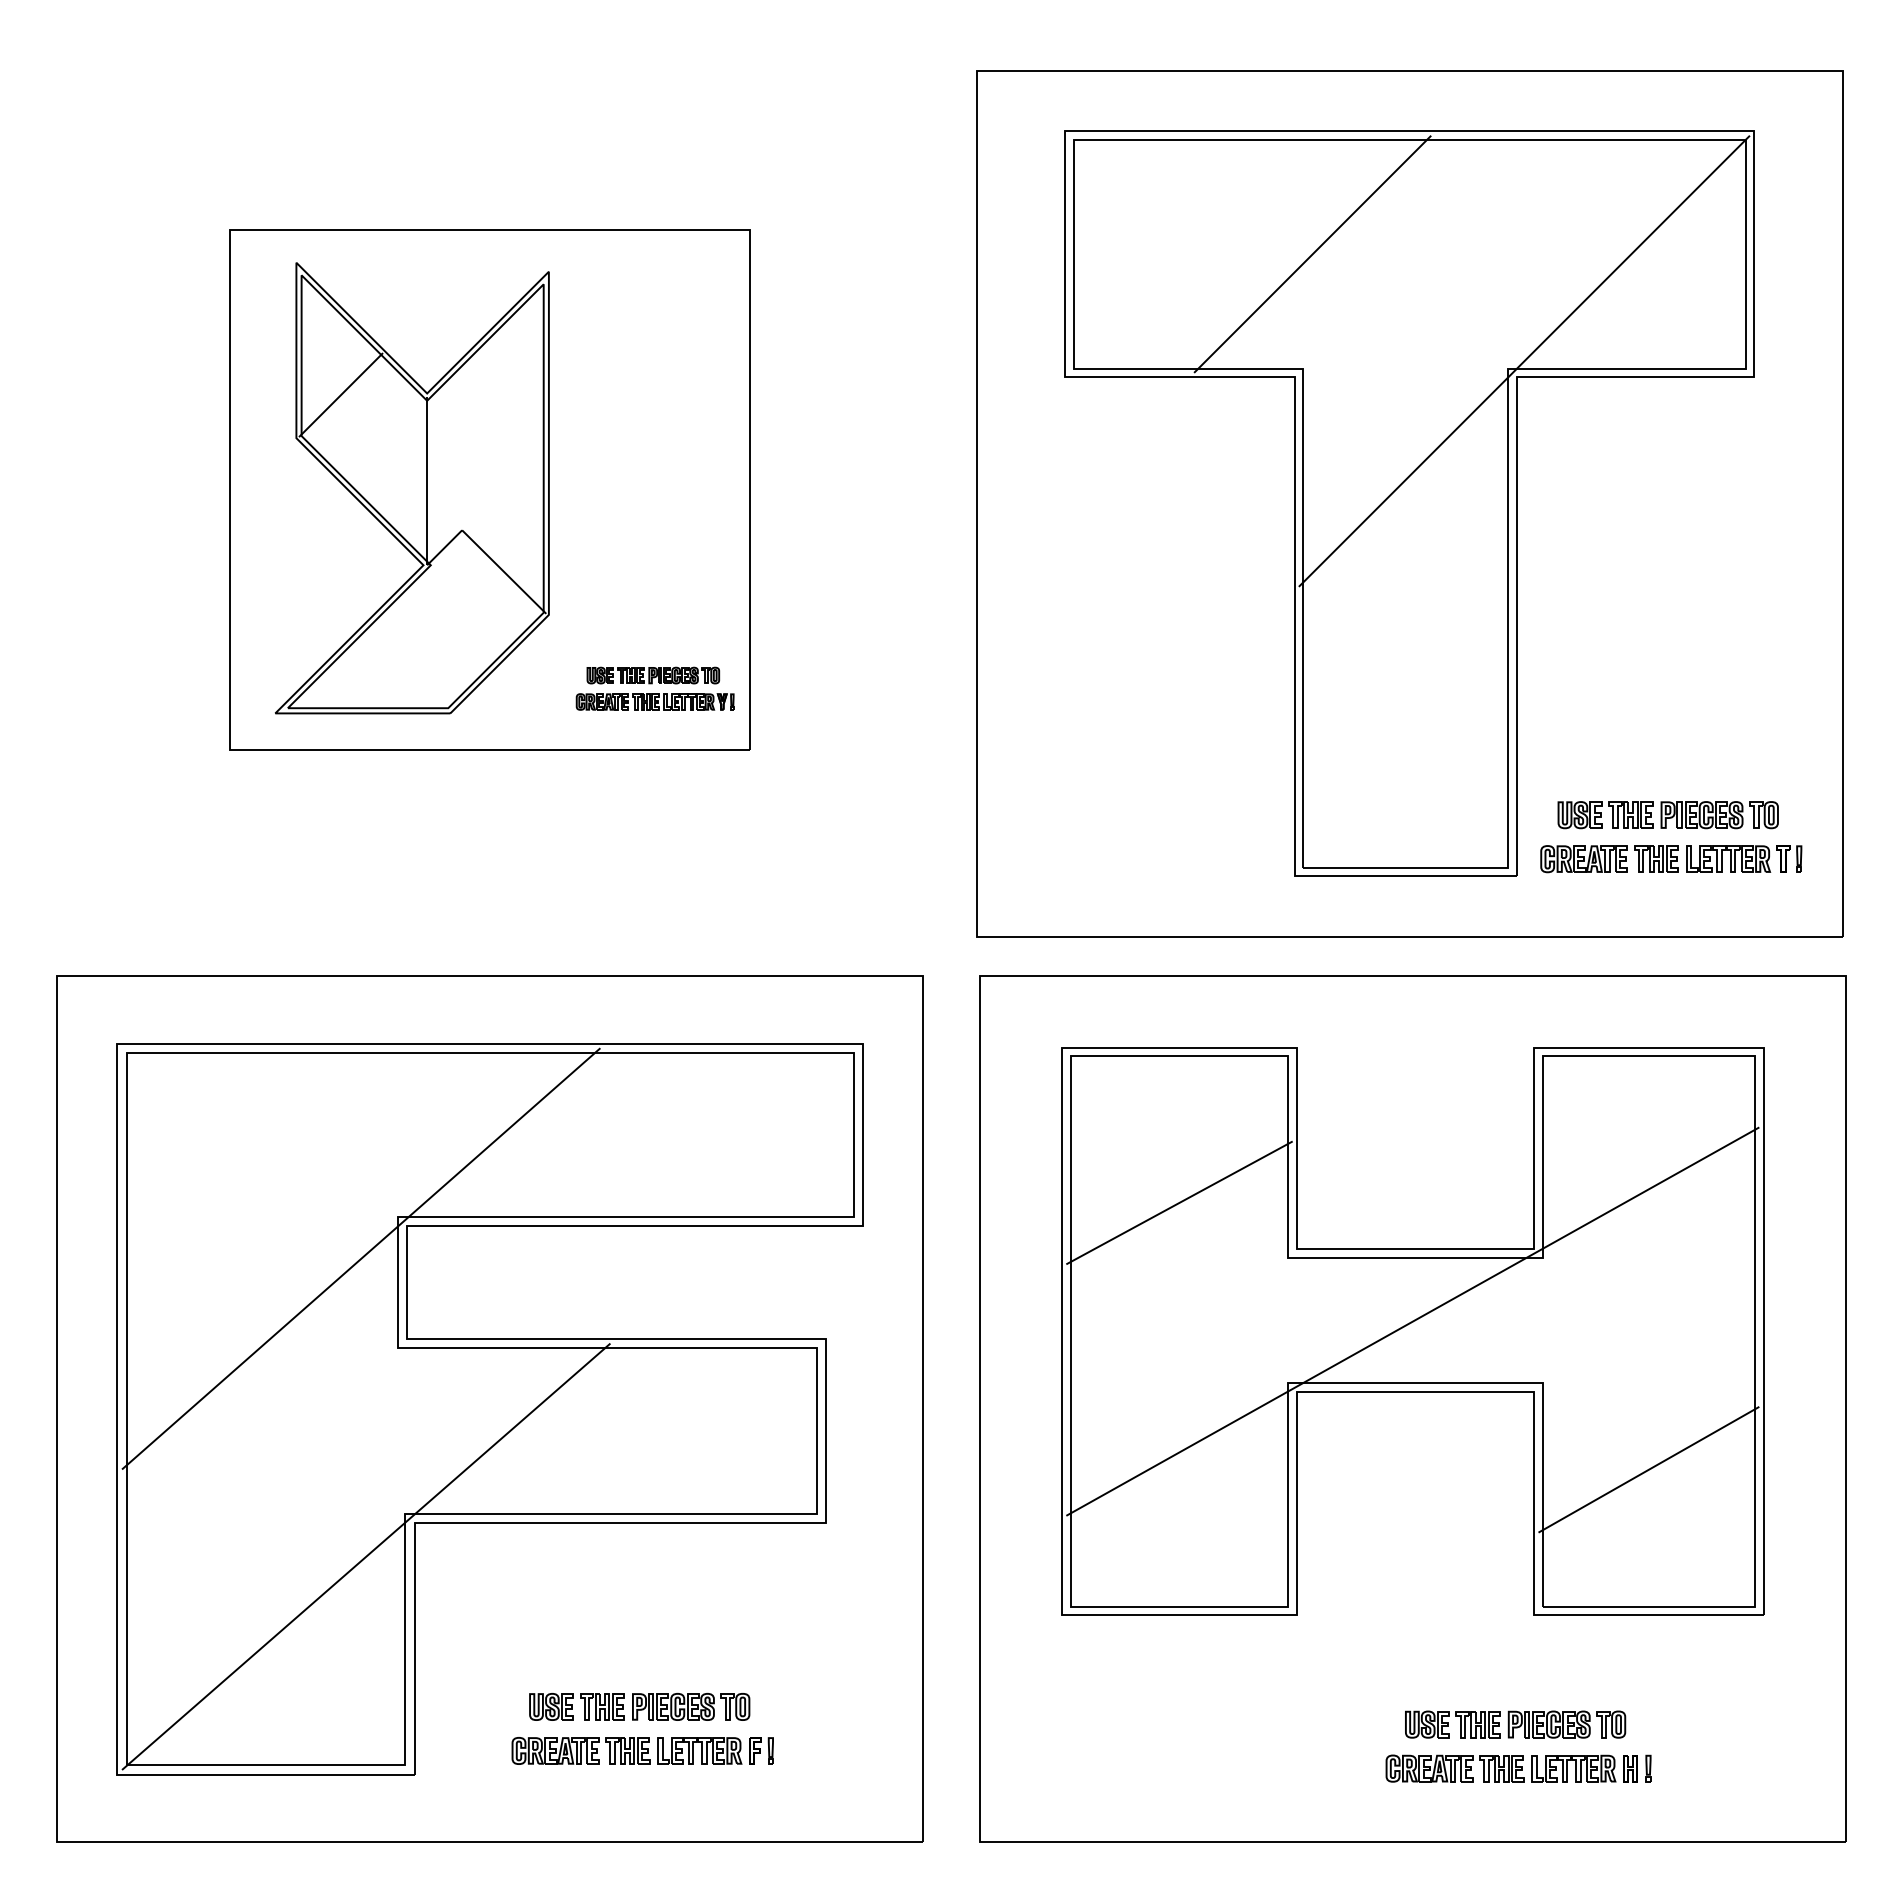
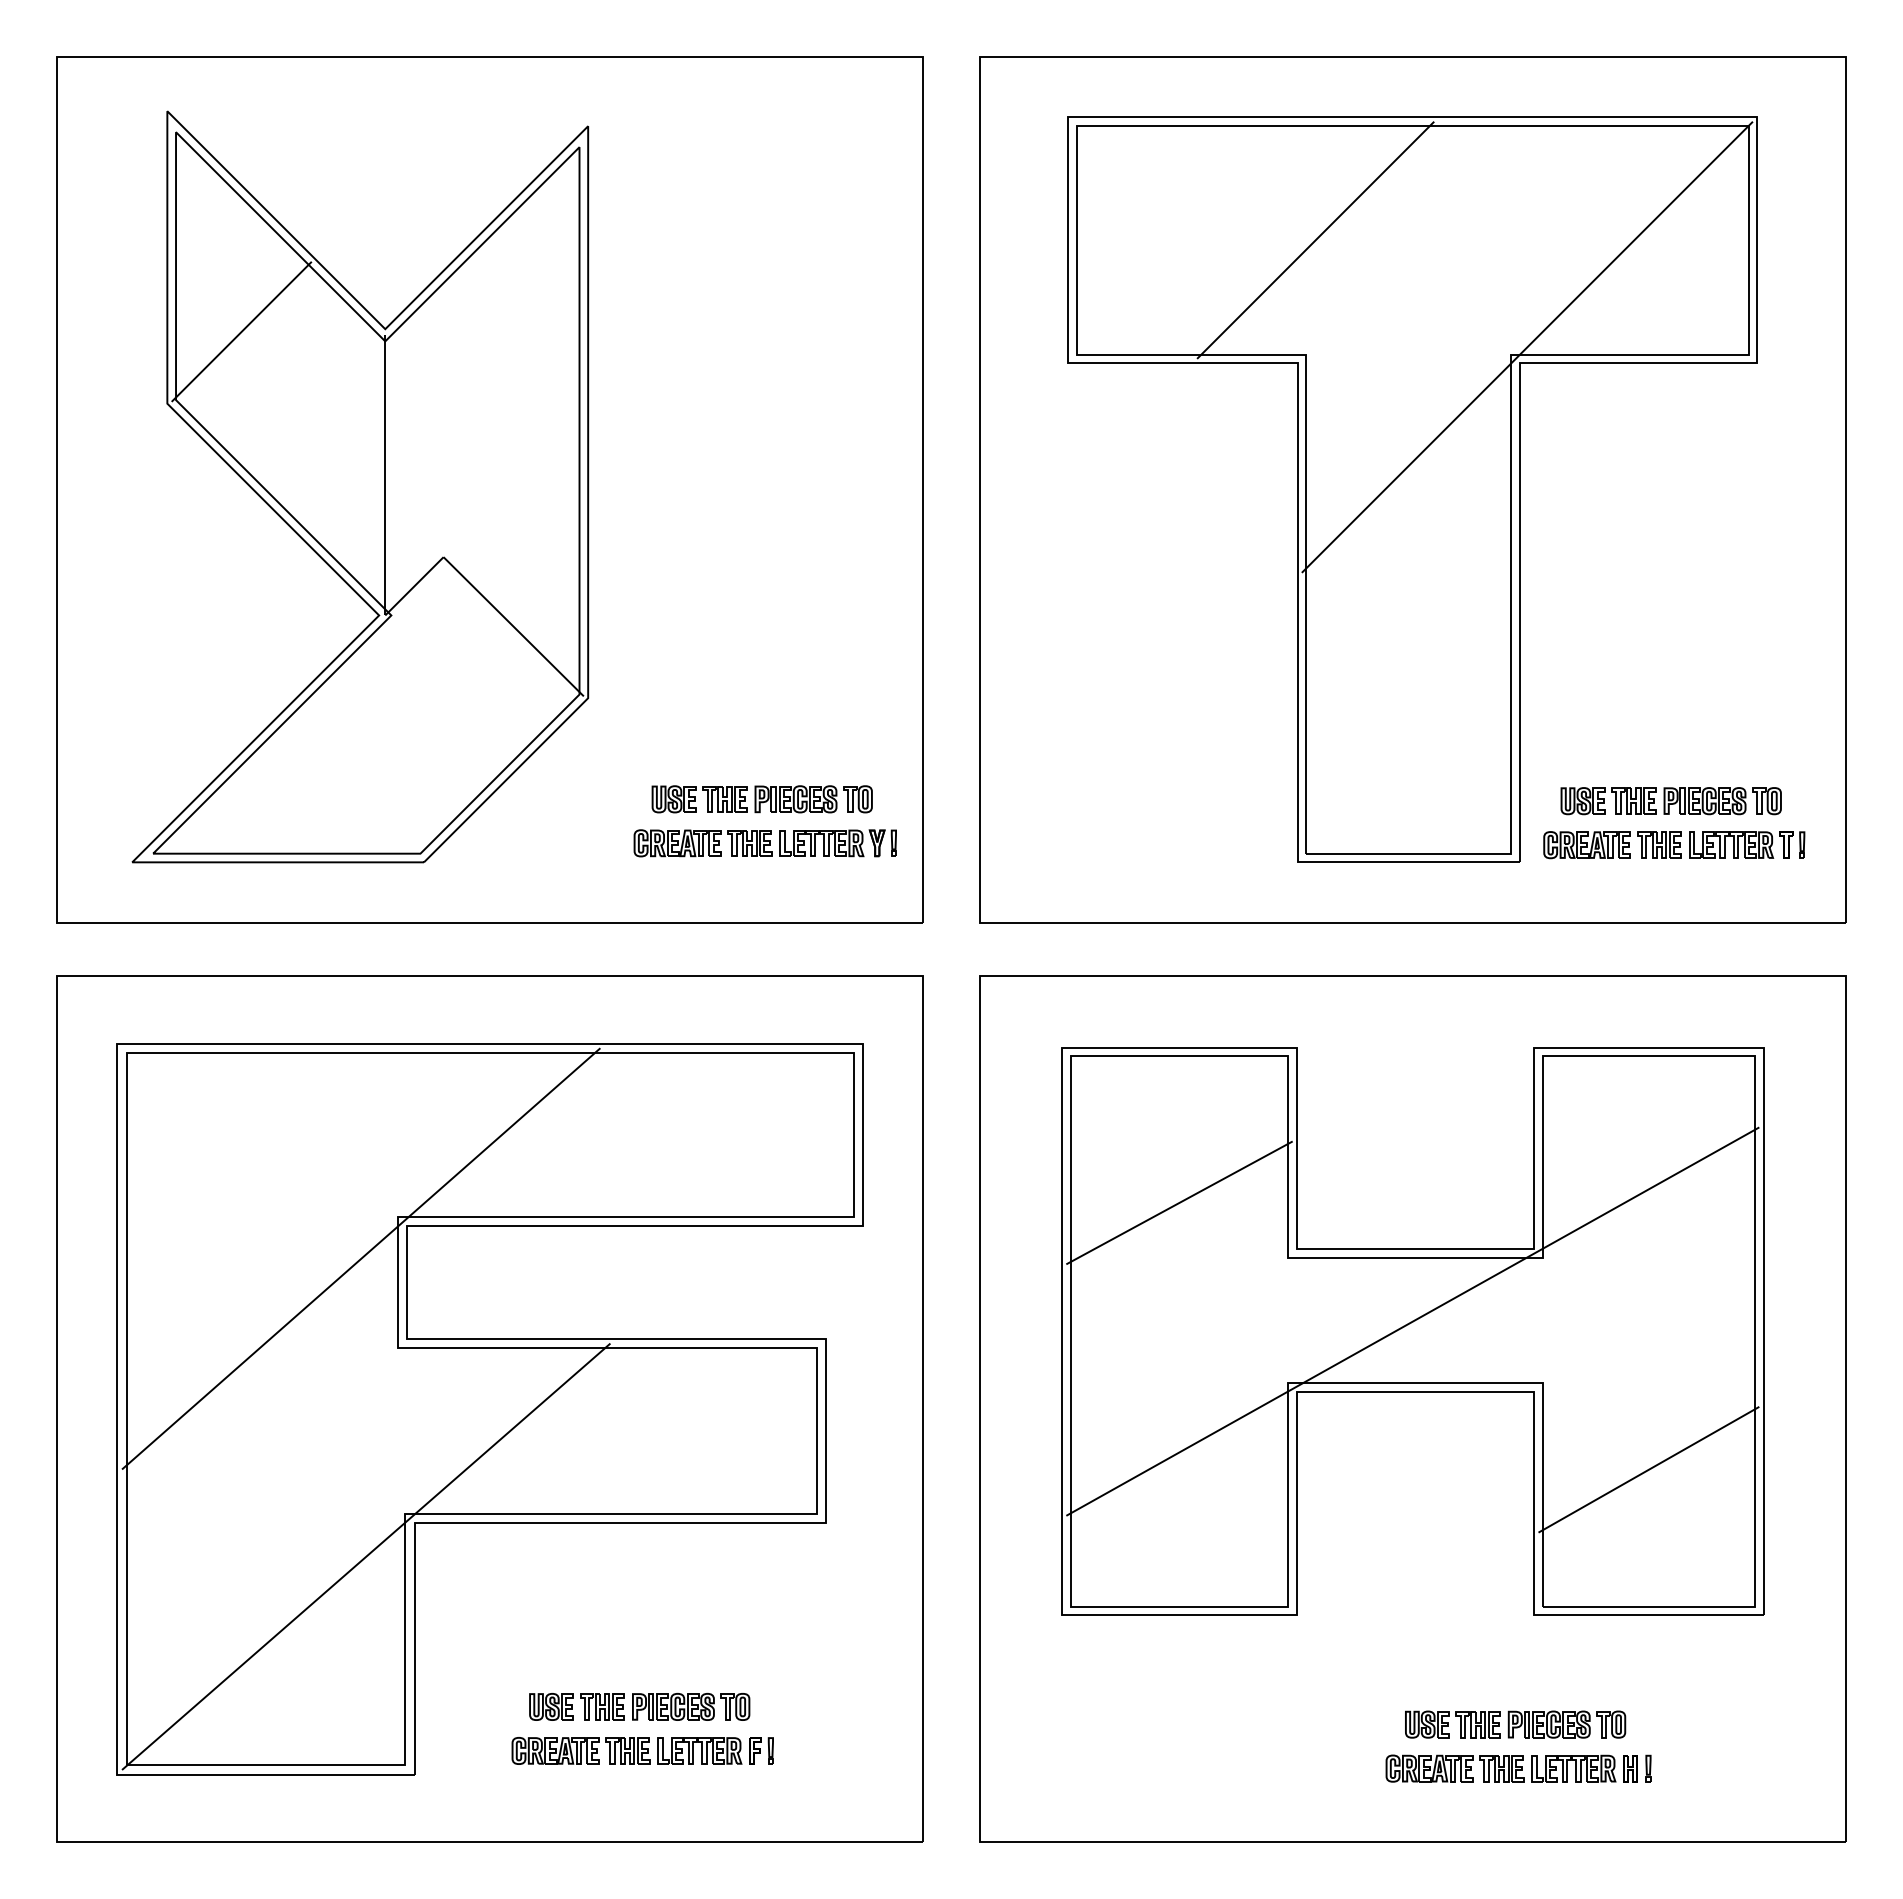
part at (489, 489) size: 522x522 px -> 868x868 px
part at (1409, 503) position: (1409, 503) -> (1412, 489)
